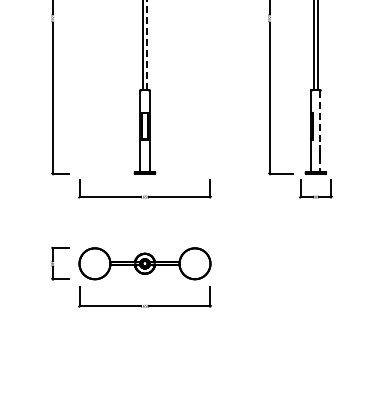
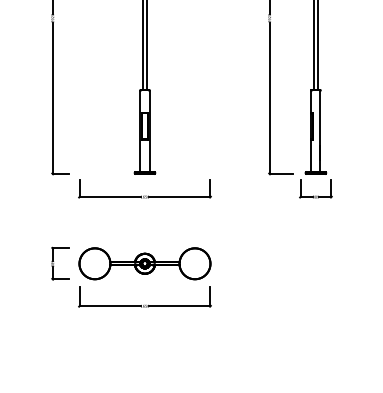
line at (147, 45): dashed -> solid
line at (320, 131): dashed -> solid
